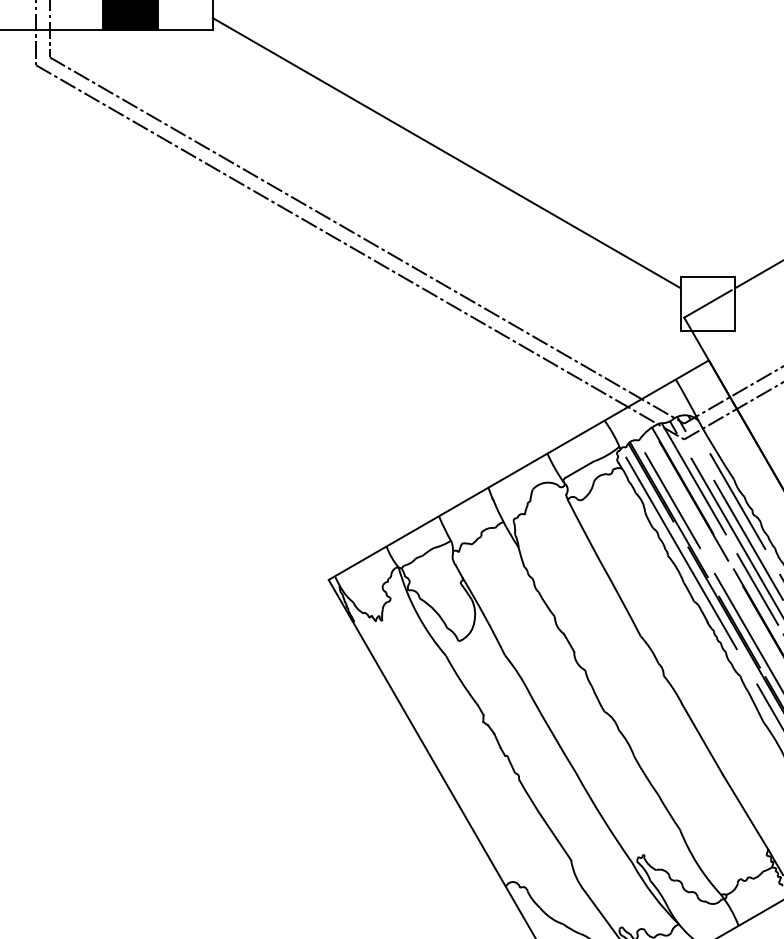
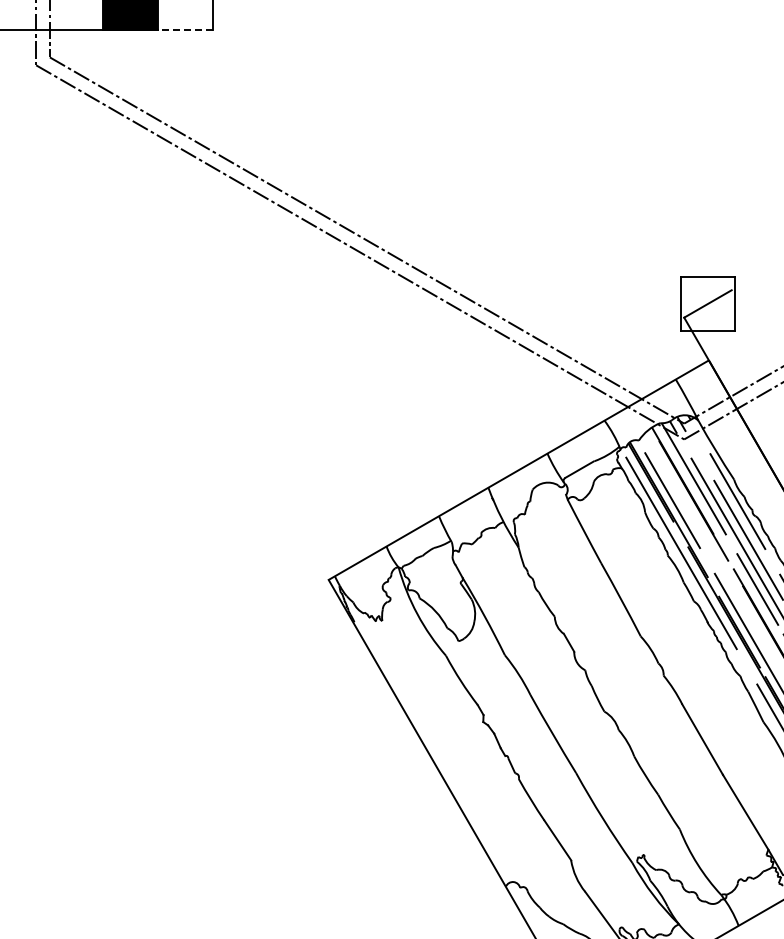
line at (185, 29): solid -> dashed
line at (446, 153): present -> none
line at (757, 275): present -> none
